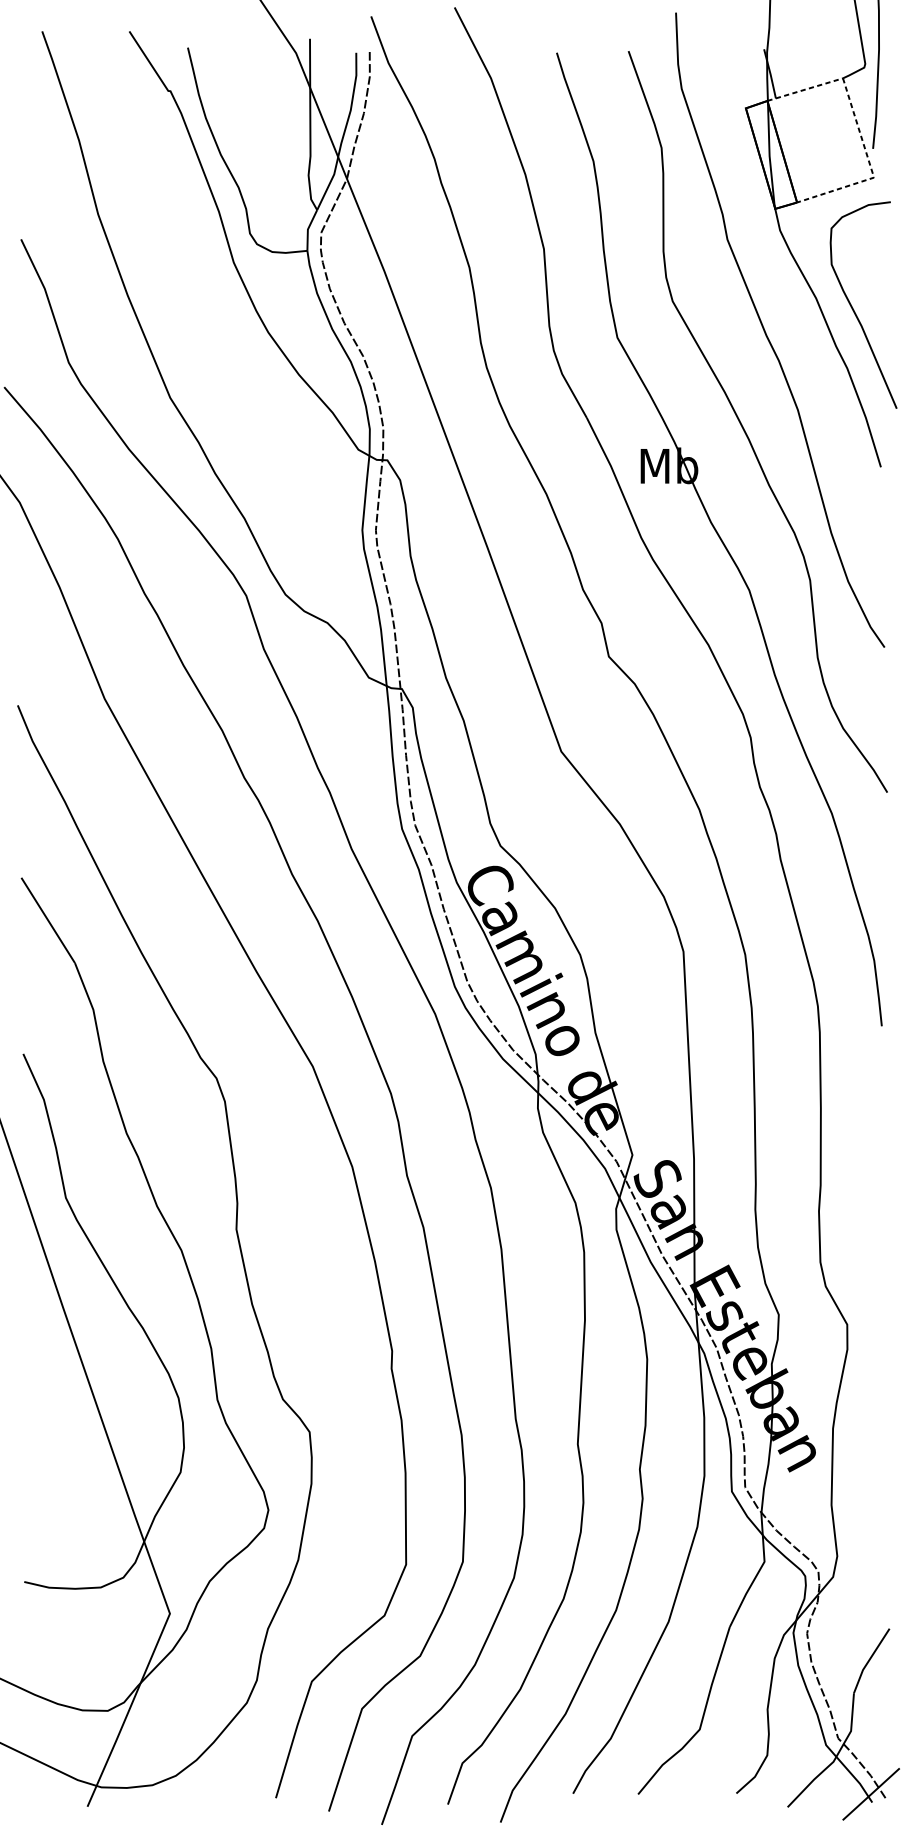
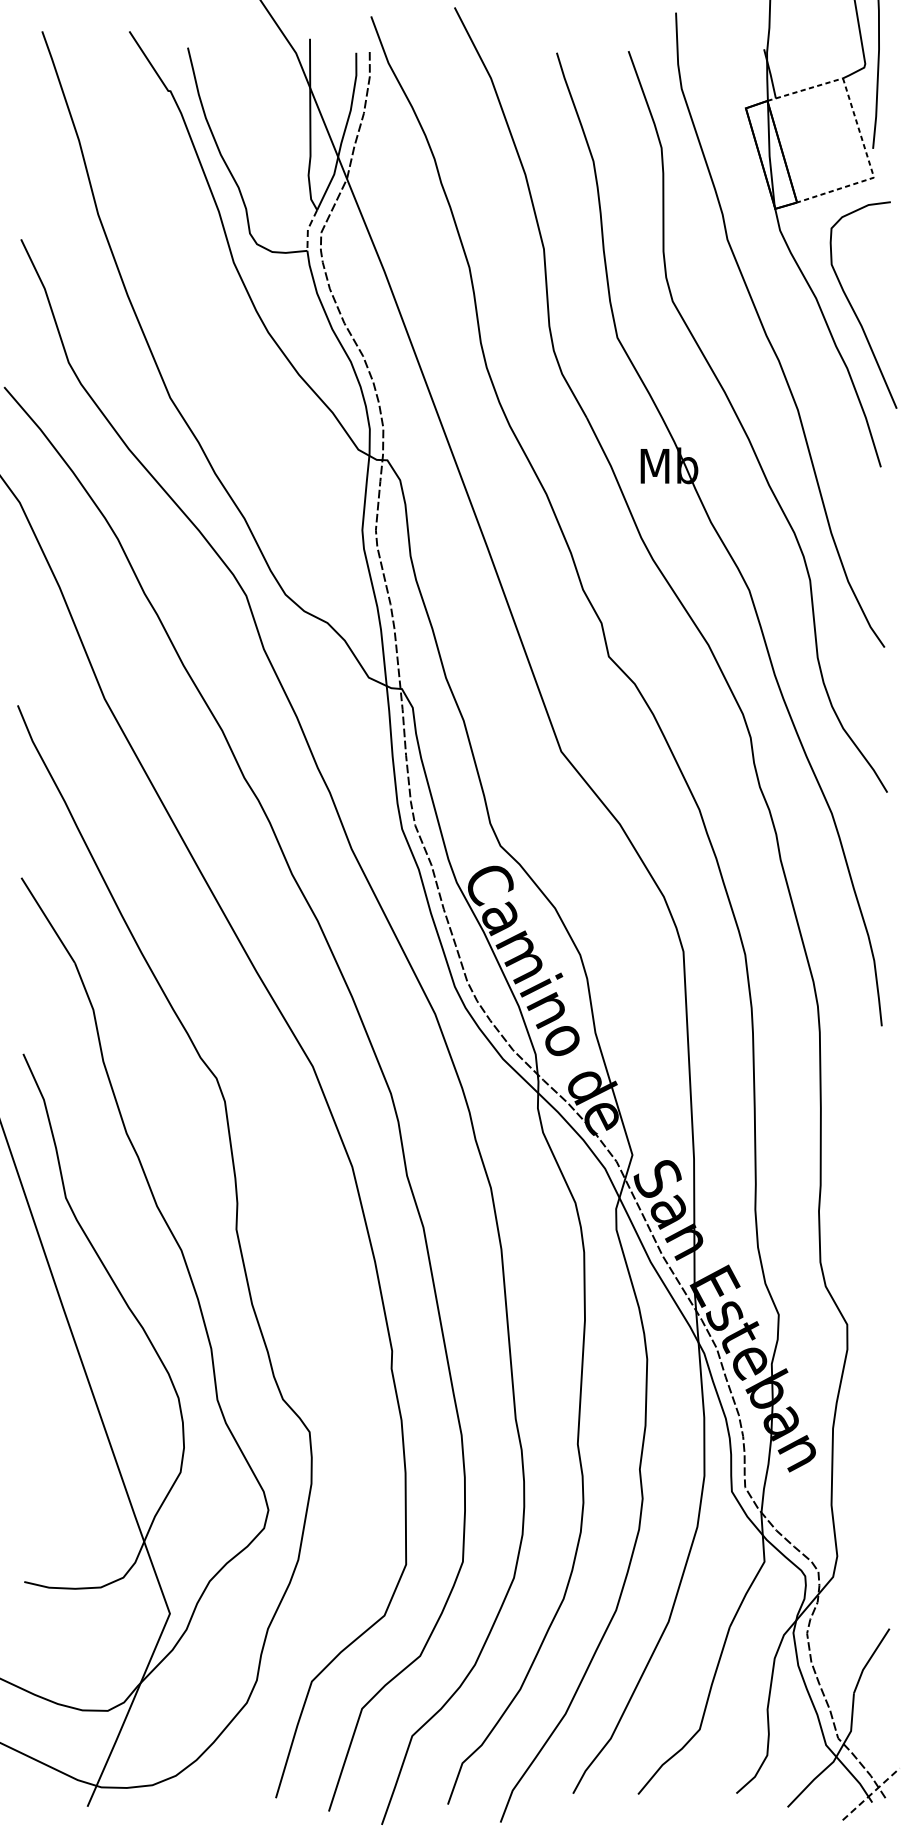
line at (307, 229): solid -> dashed
line at (871, 1794): solid -> dashed
